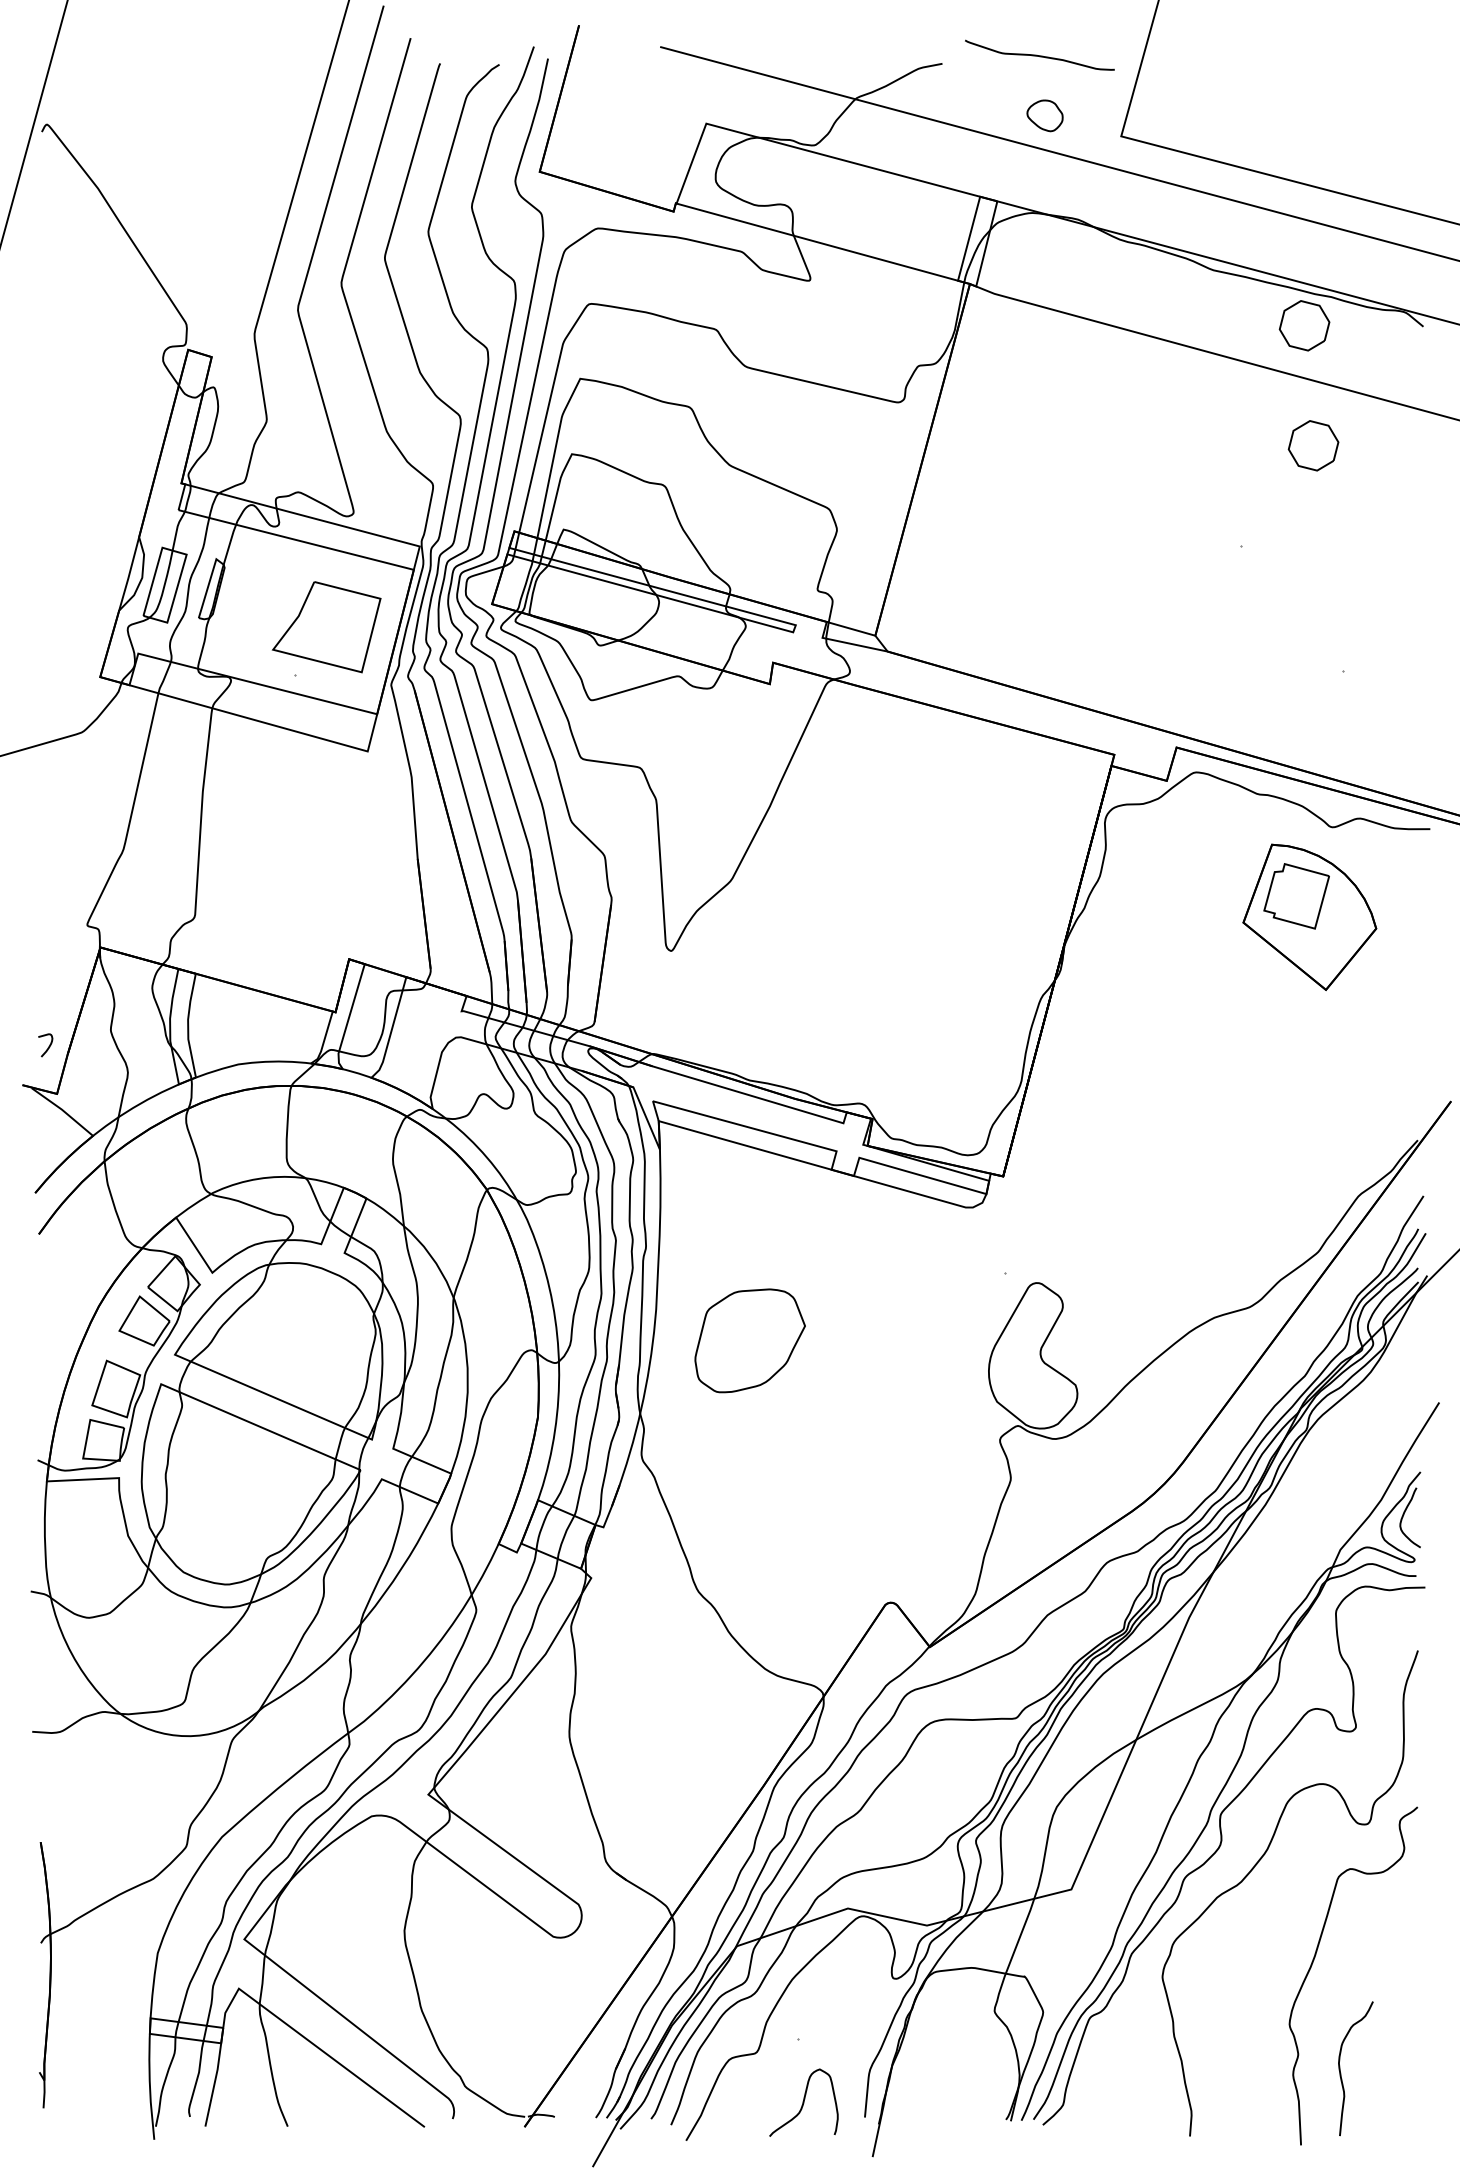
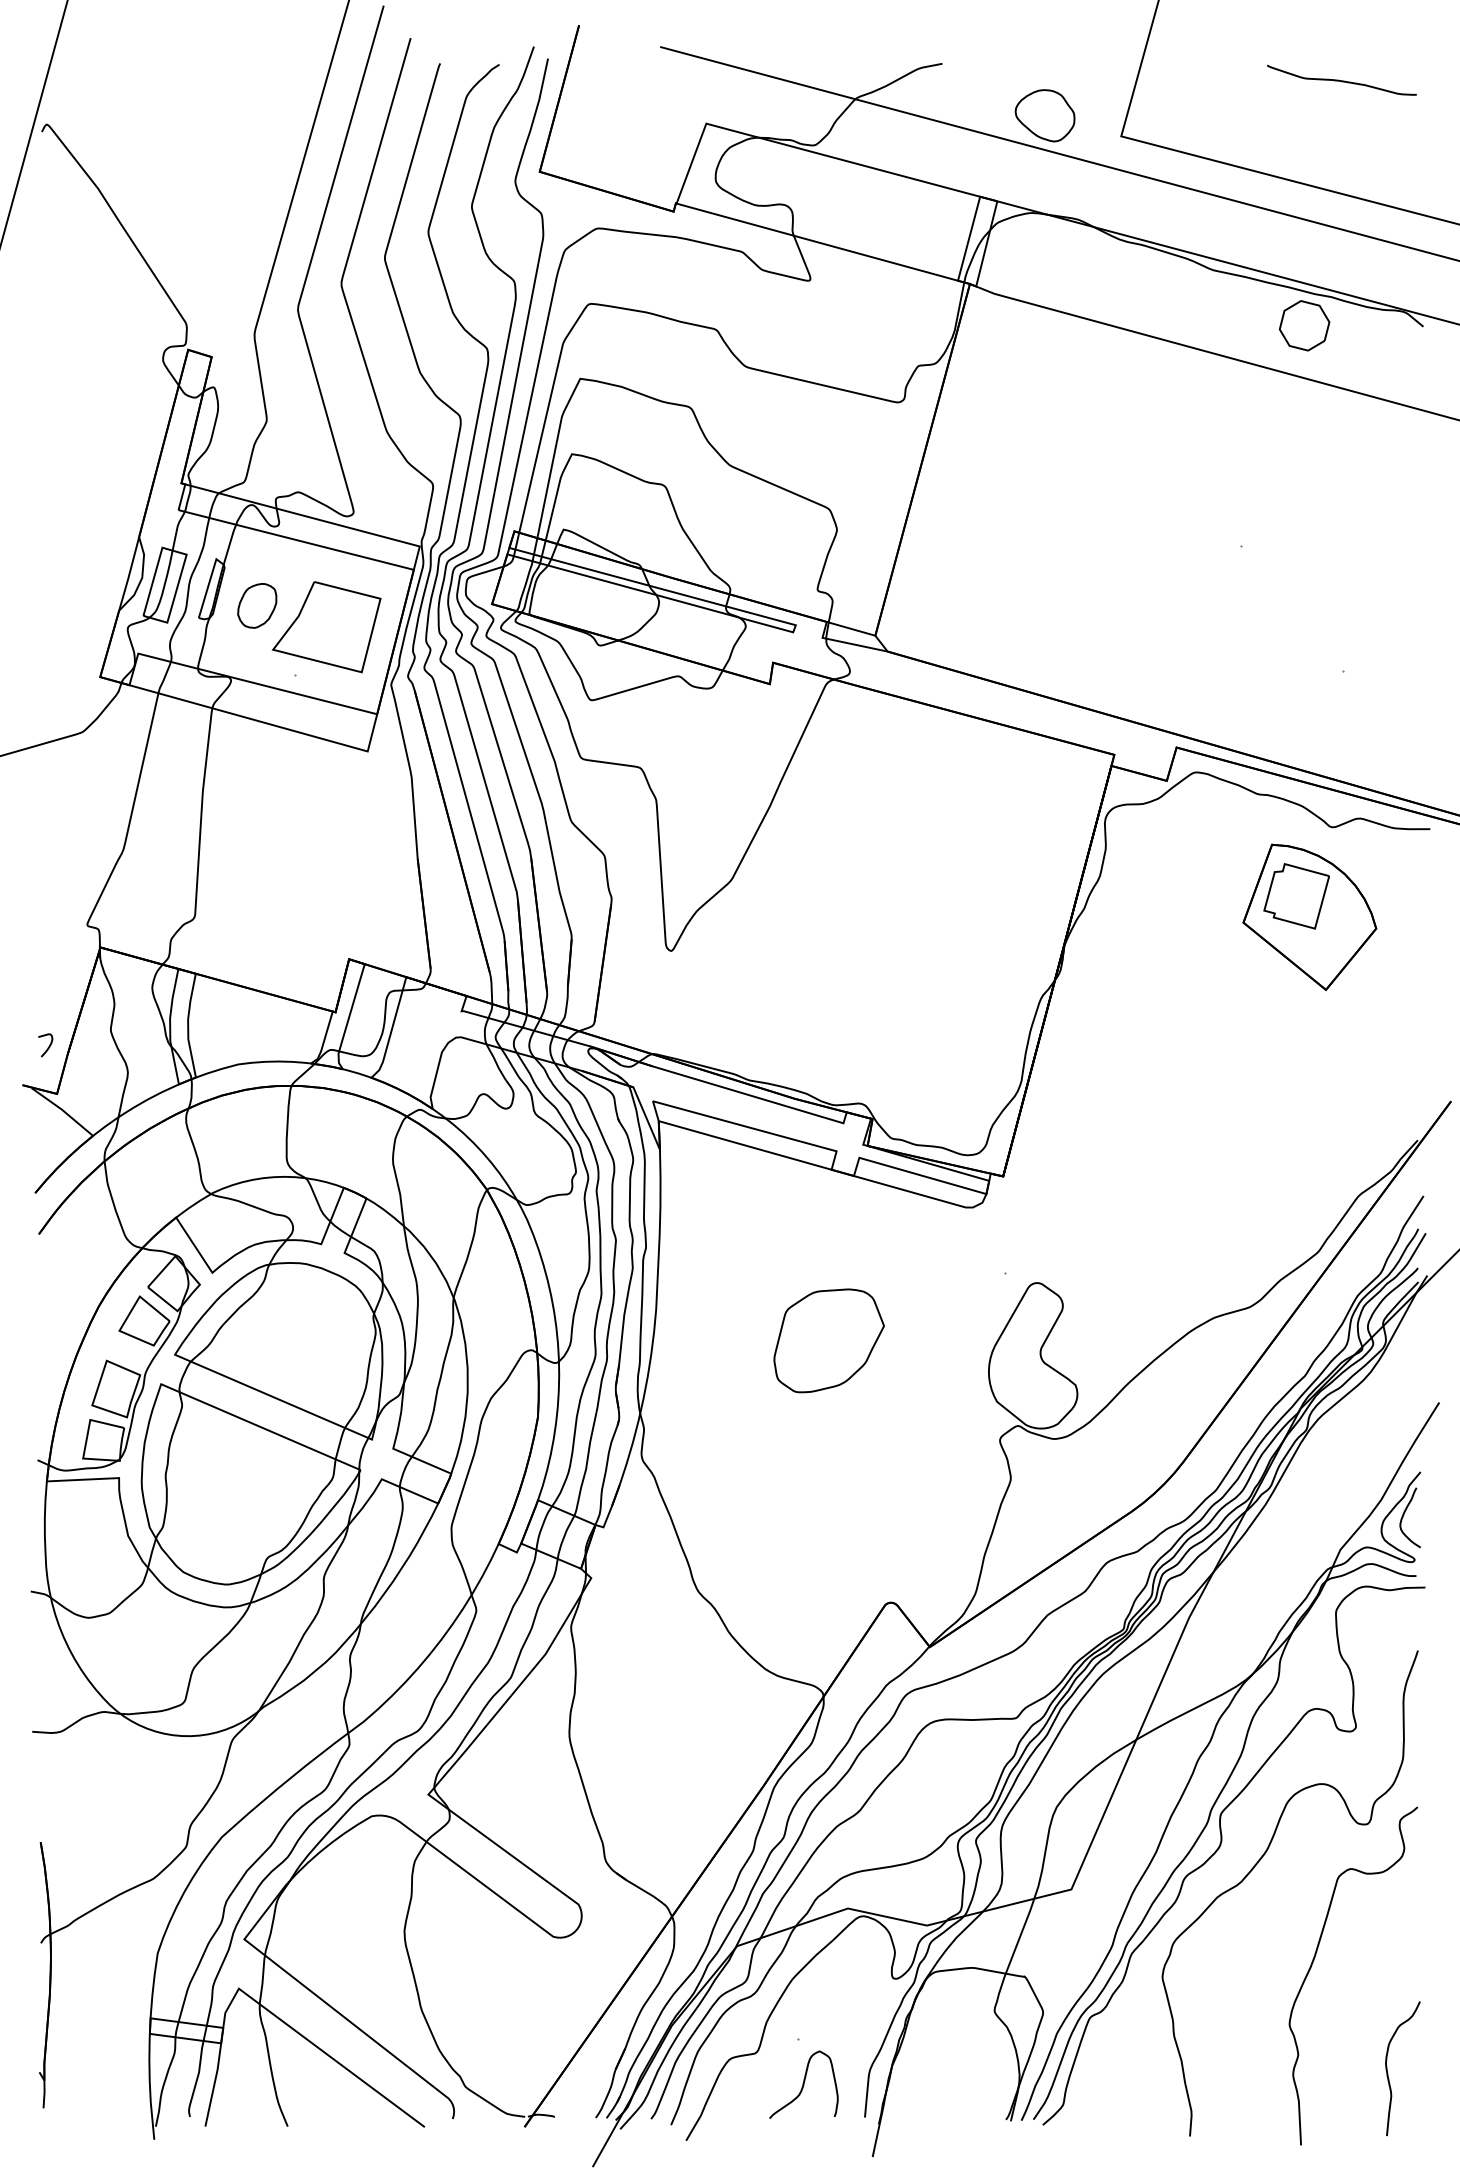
curve at (1039, 55) position: (1039, 55) -> (1341, 80)
part at (1044, 115) size: 38x34 px -> 62x54 px
part at (1313, 445): present -> none
part at (257, 605): none -> present
part at (749, 1340) position: (749, 1340) -> (828, 1340)
curve at (1341, 2073) position: (1341, 2073) -> (1388, 2073)
curve at (803, 2102) position: (803, 2102) -> (803, 2084)
